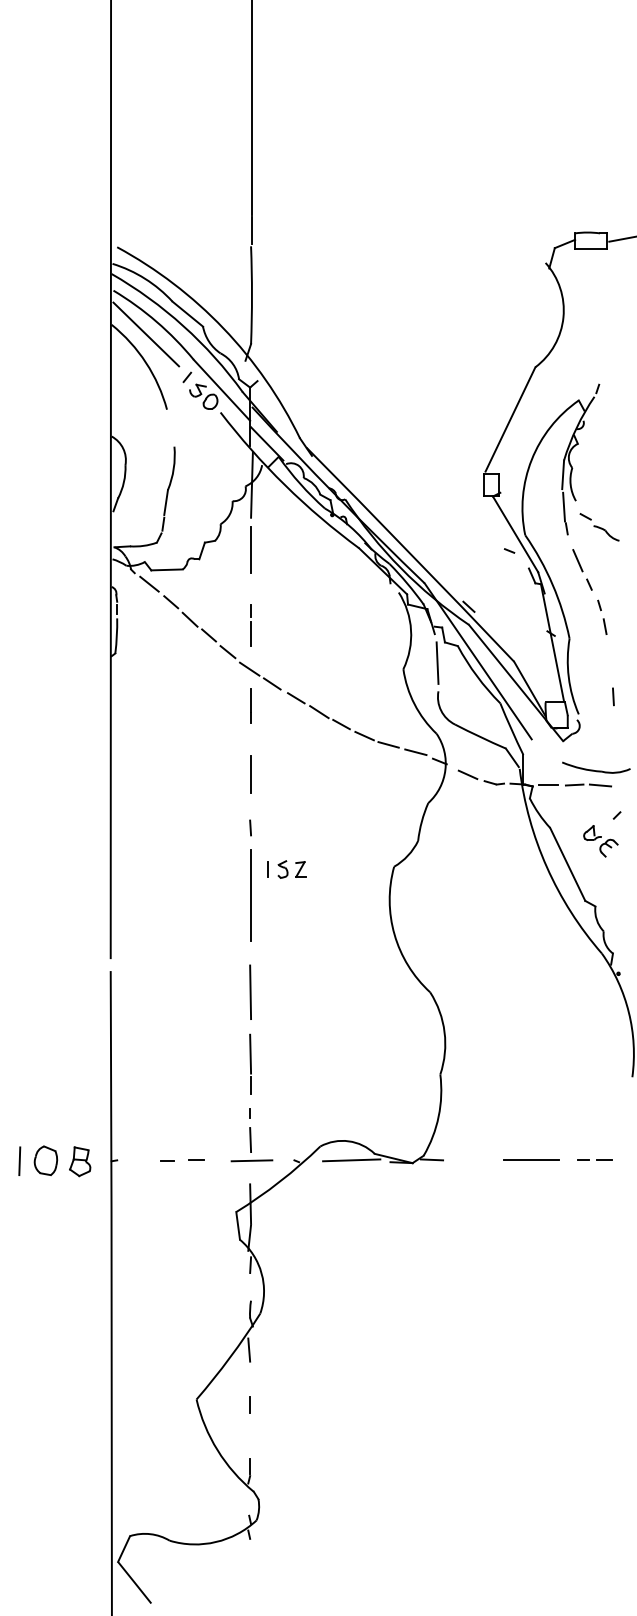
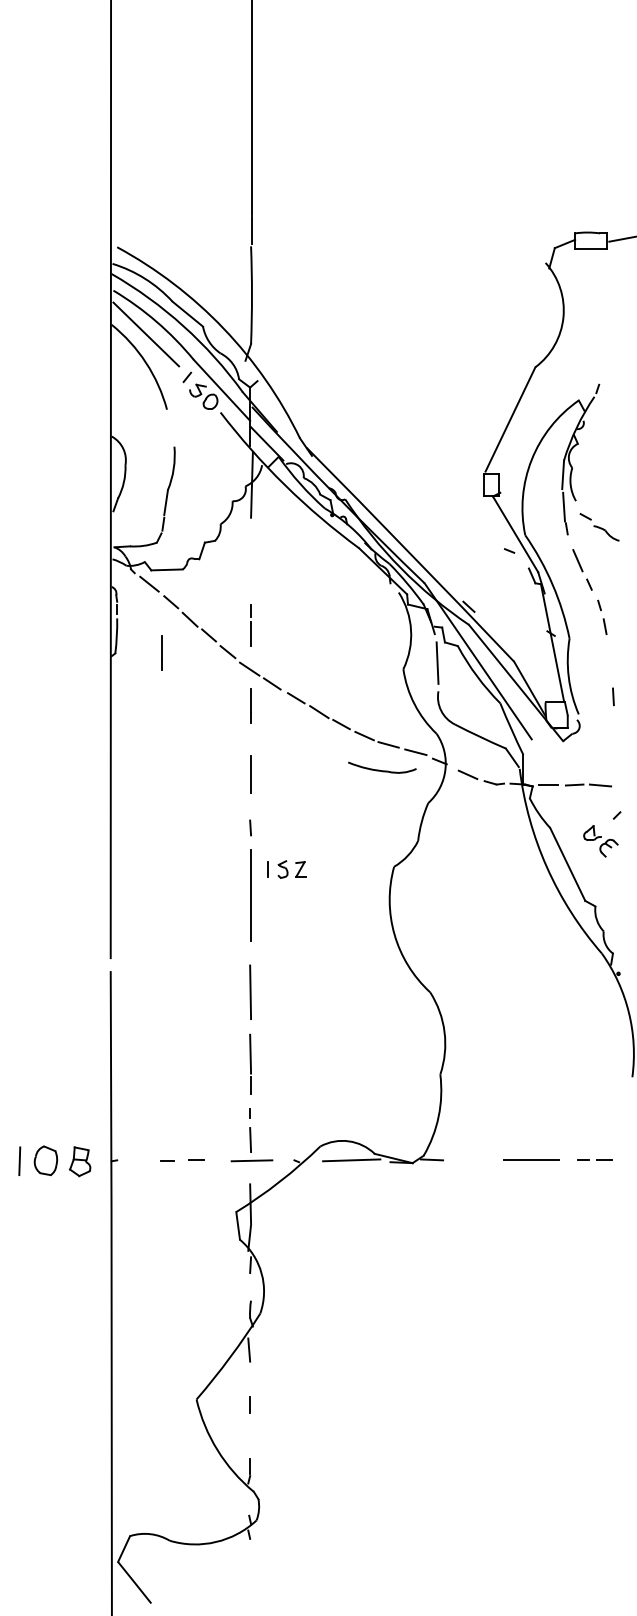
line at (251, 549): present -> none
line at (161, 652): none -> present
part at (596, 767) position: (596, 767) -> (382, 767)
